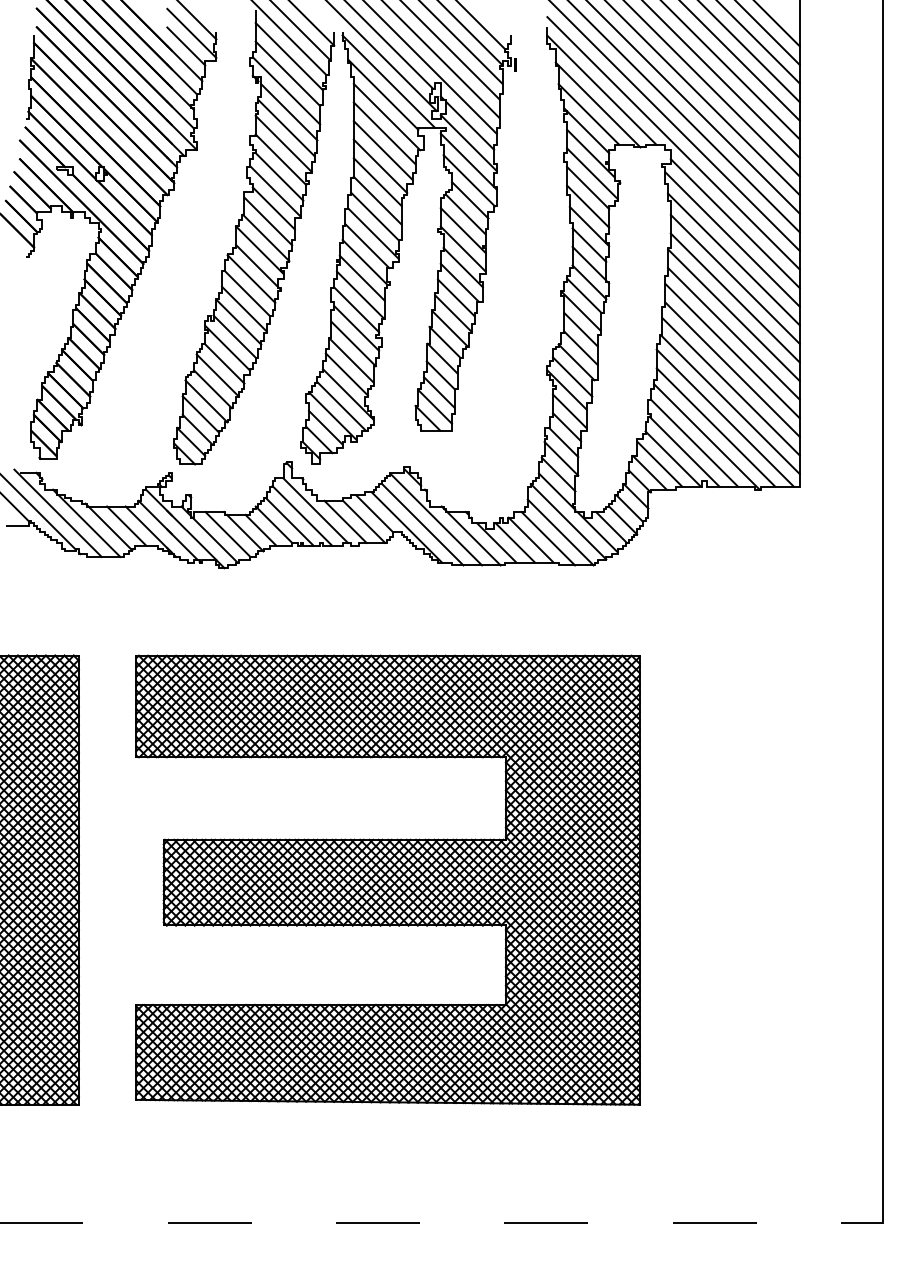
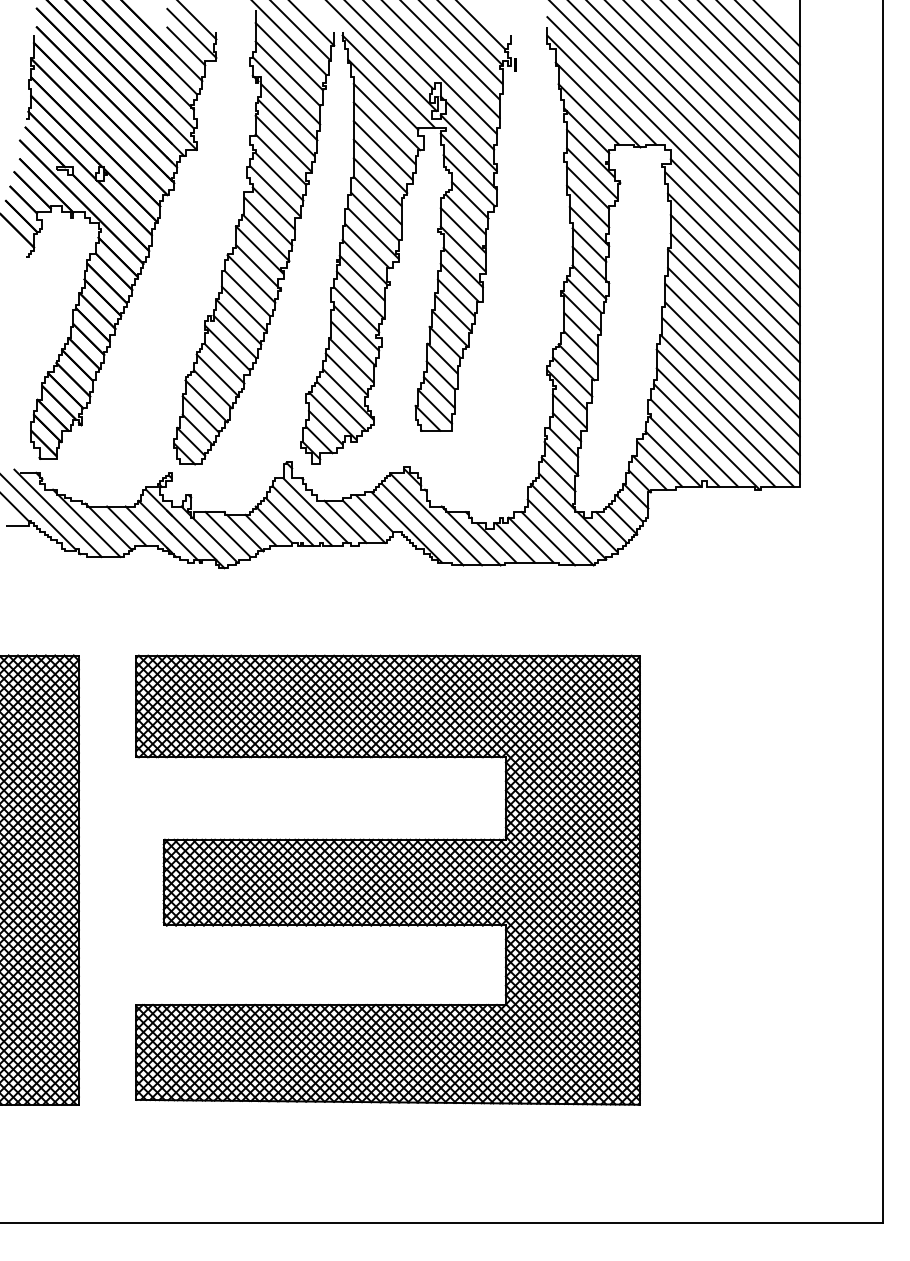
line at (442, 1223): dashed -> solid
